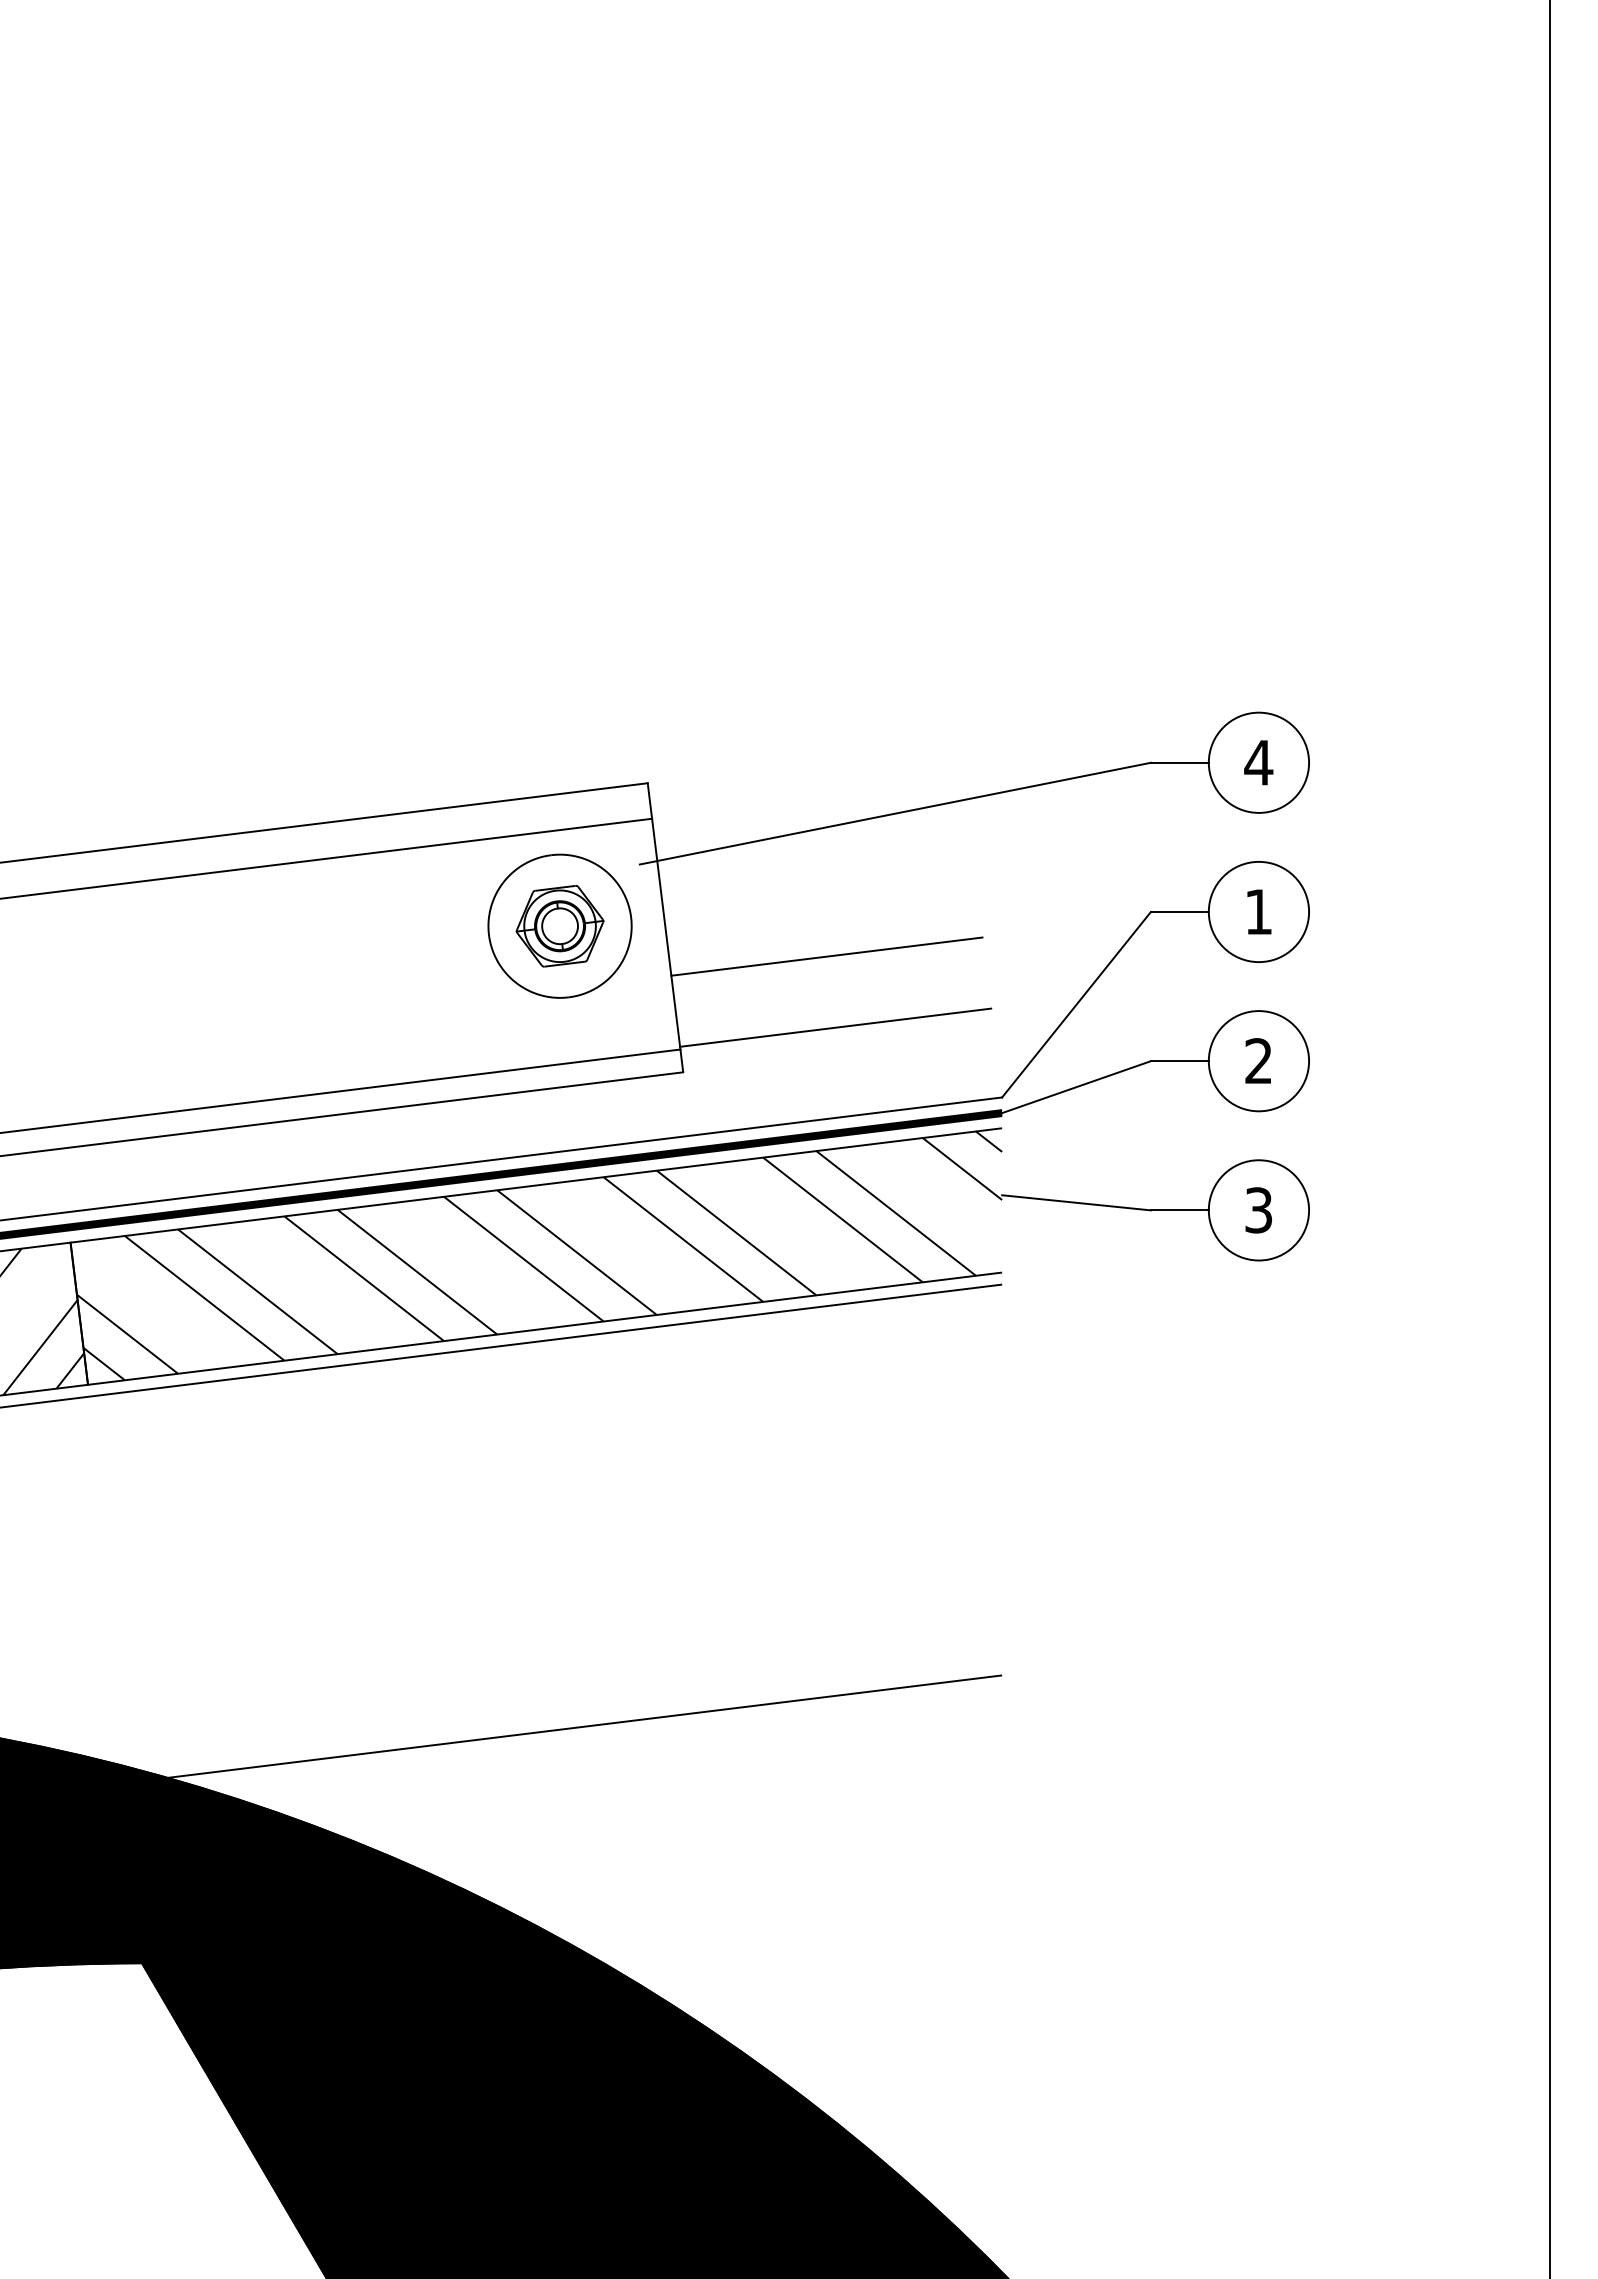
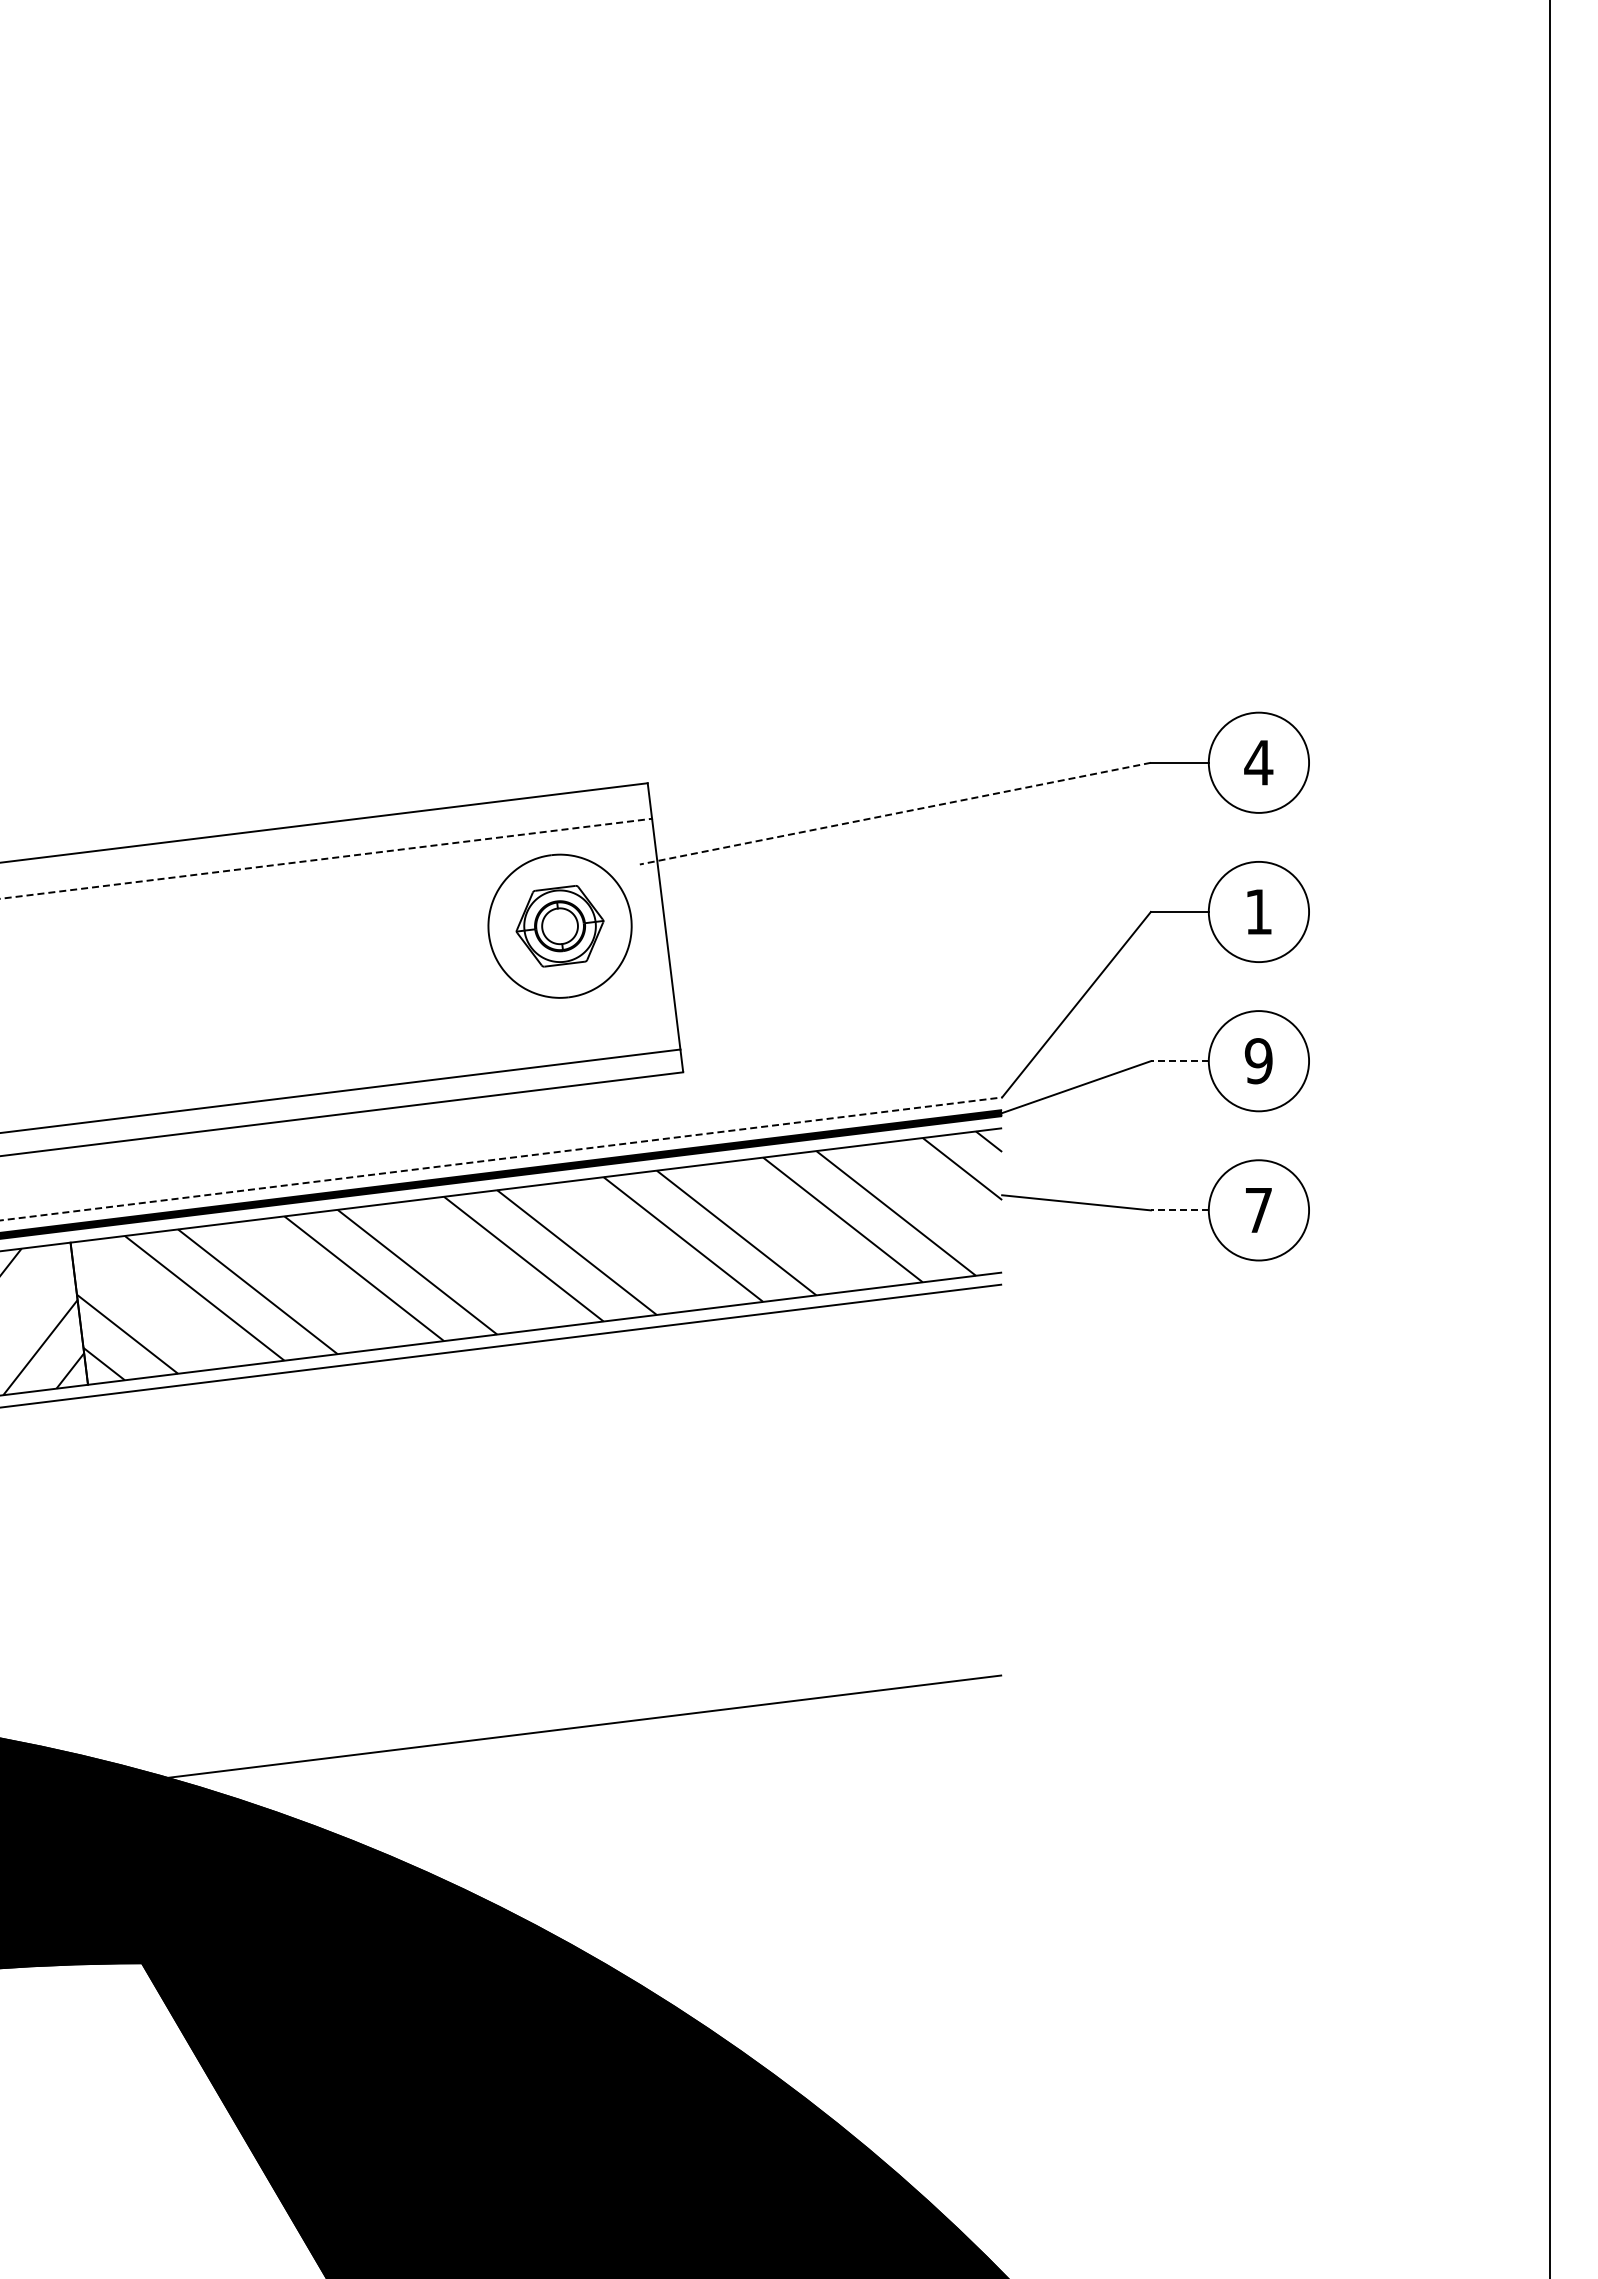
line at (895, 813): solid -> dashed
line at (326, 858): solid -> dashed
line at (826, 956): present -> none
line at (835, 1027): present -> none
line at (1179, 1061): solid -> dashed
text at (1258, 1061): 2 -> 9
line at (501, 1158): solid -> dashed
line at (1179, 1210): solid -> dashed
text at (1258, 1210): 3 -> 7
